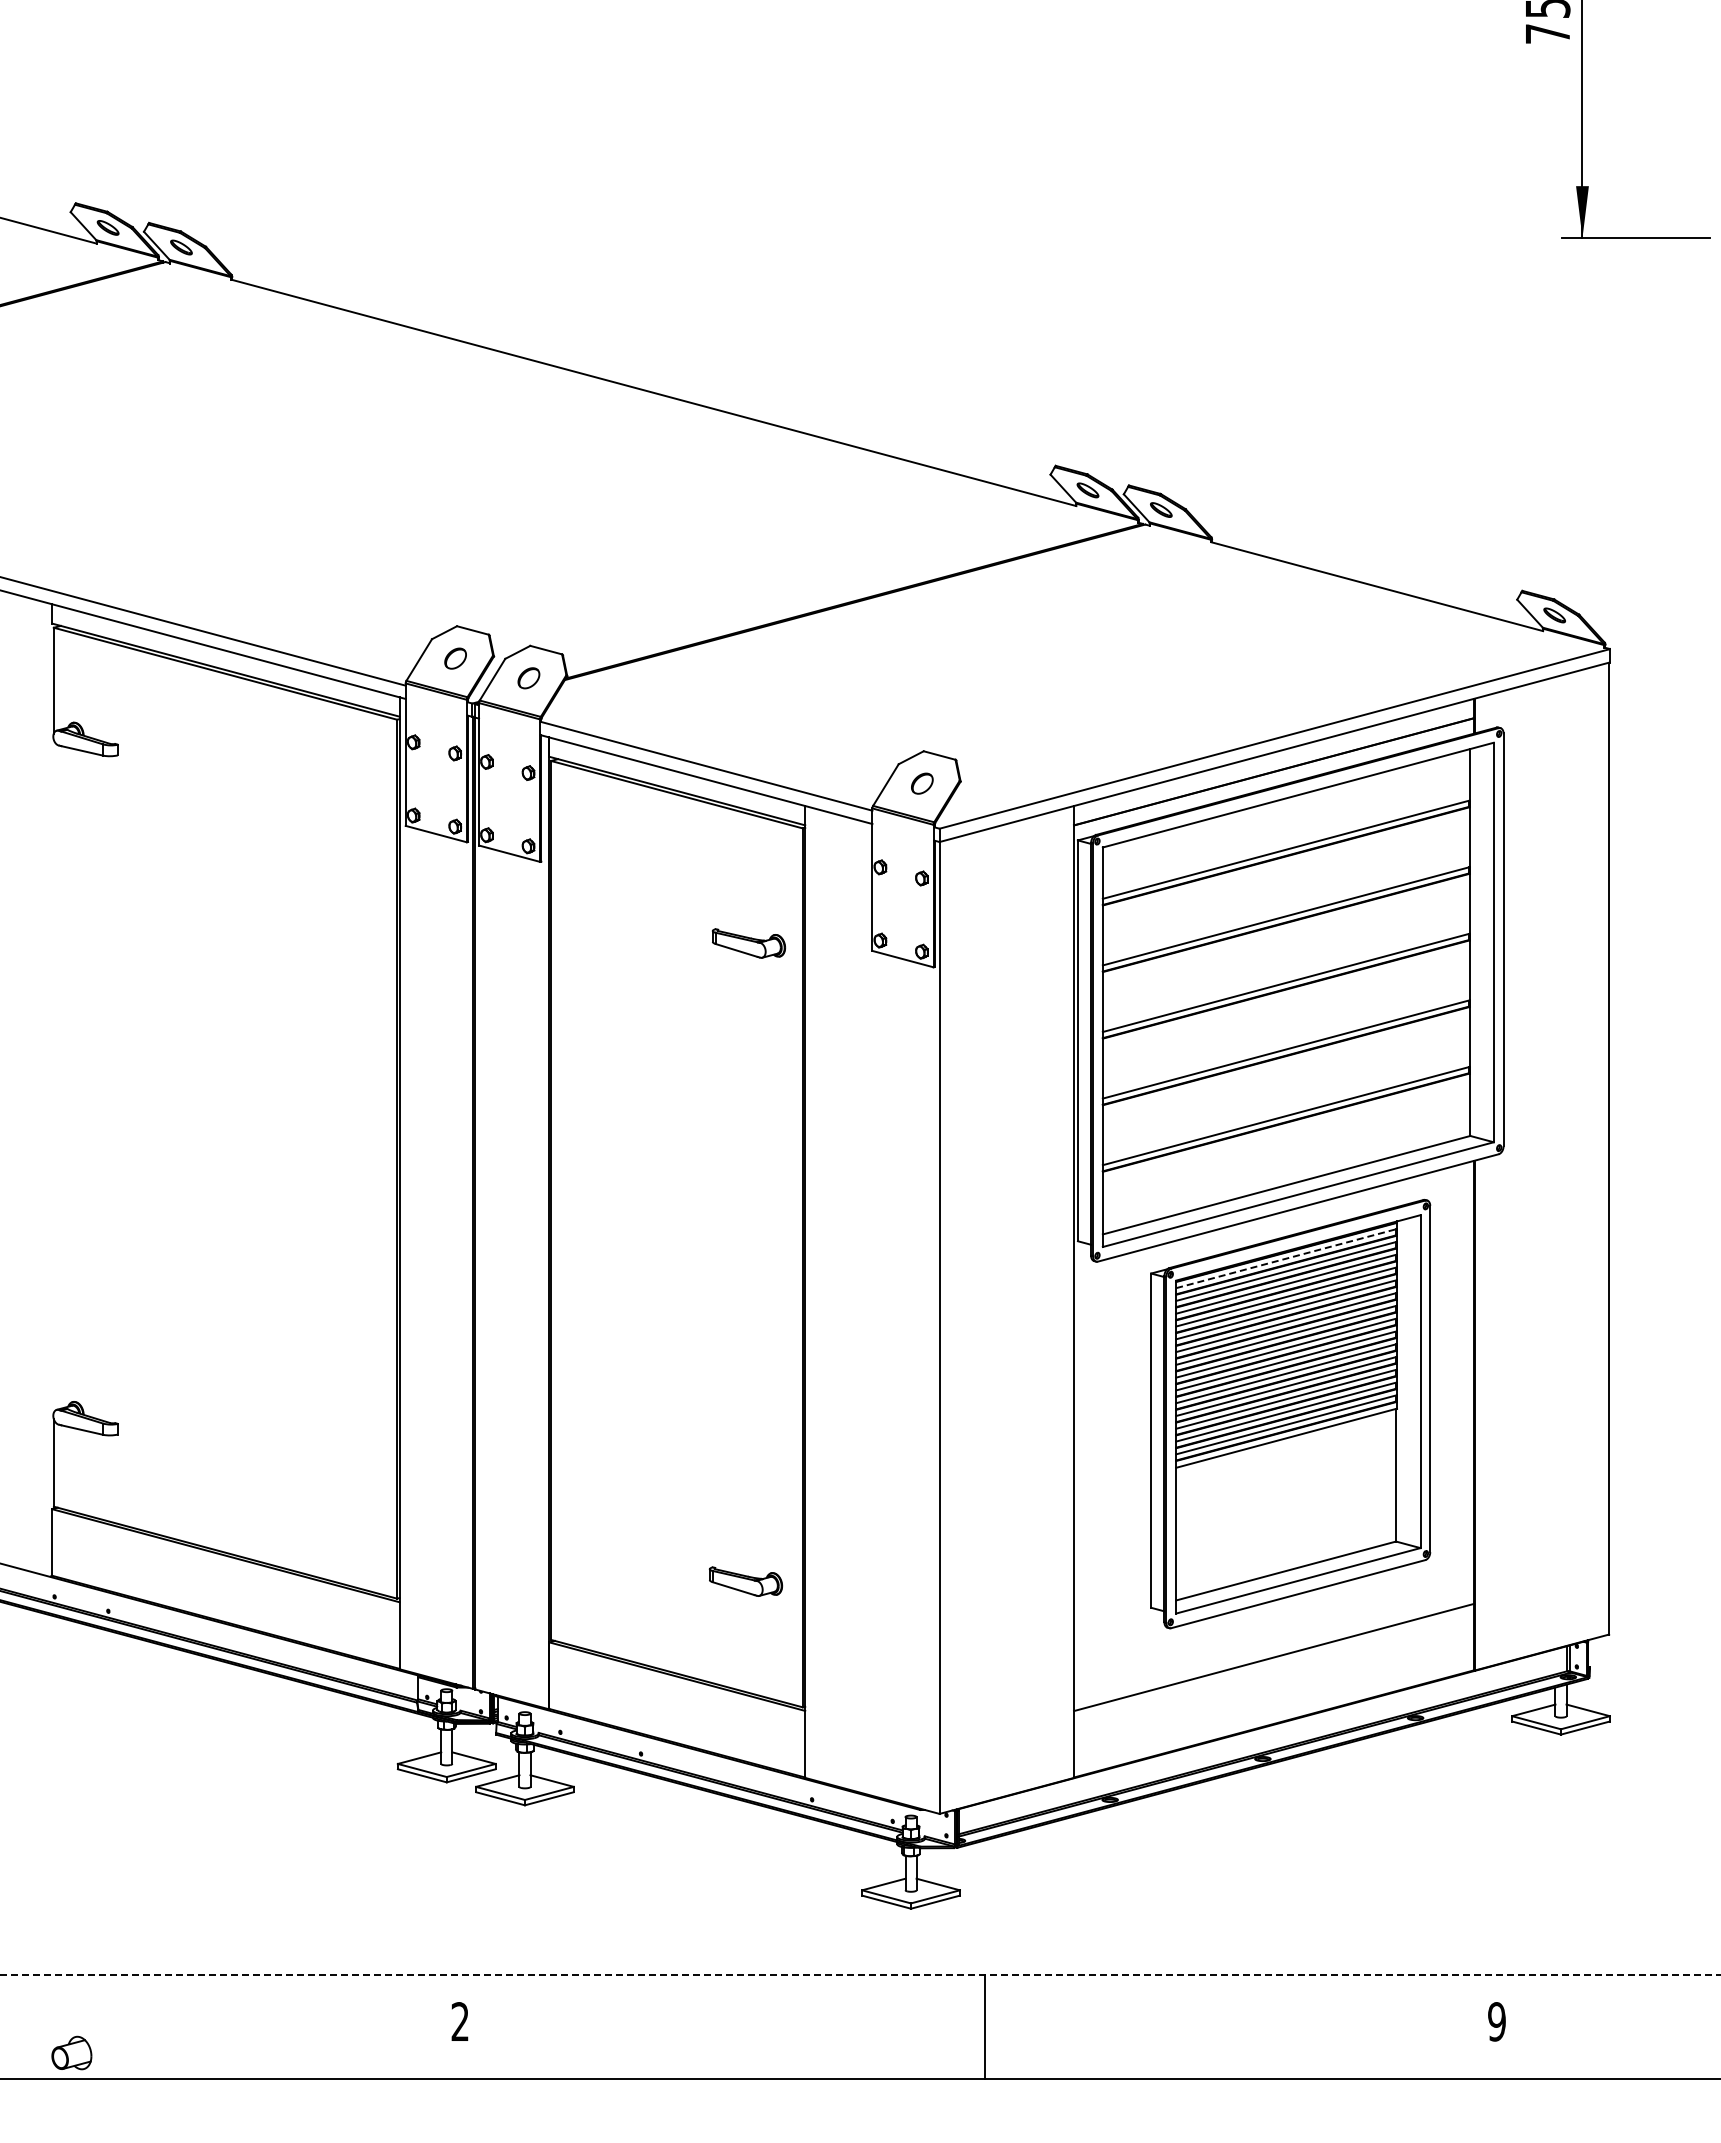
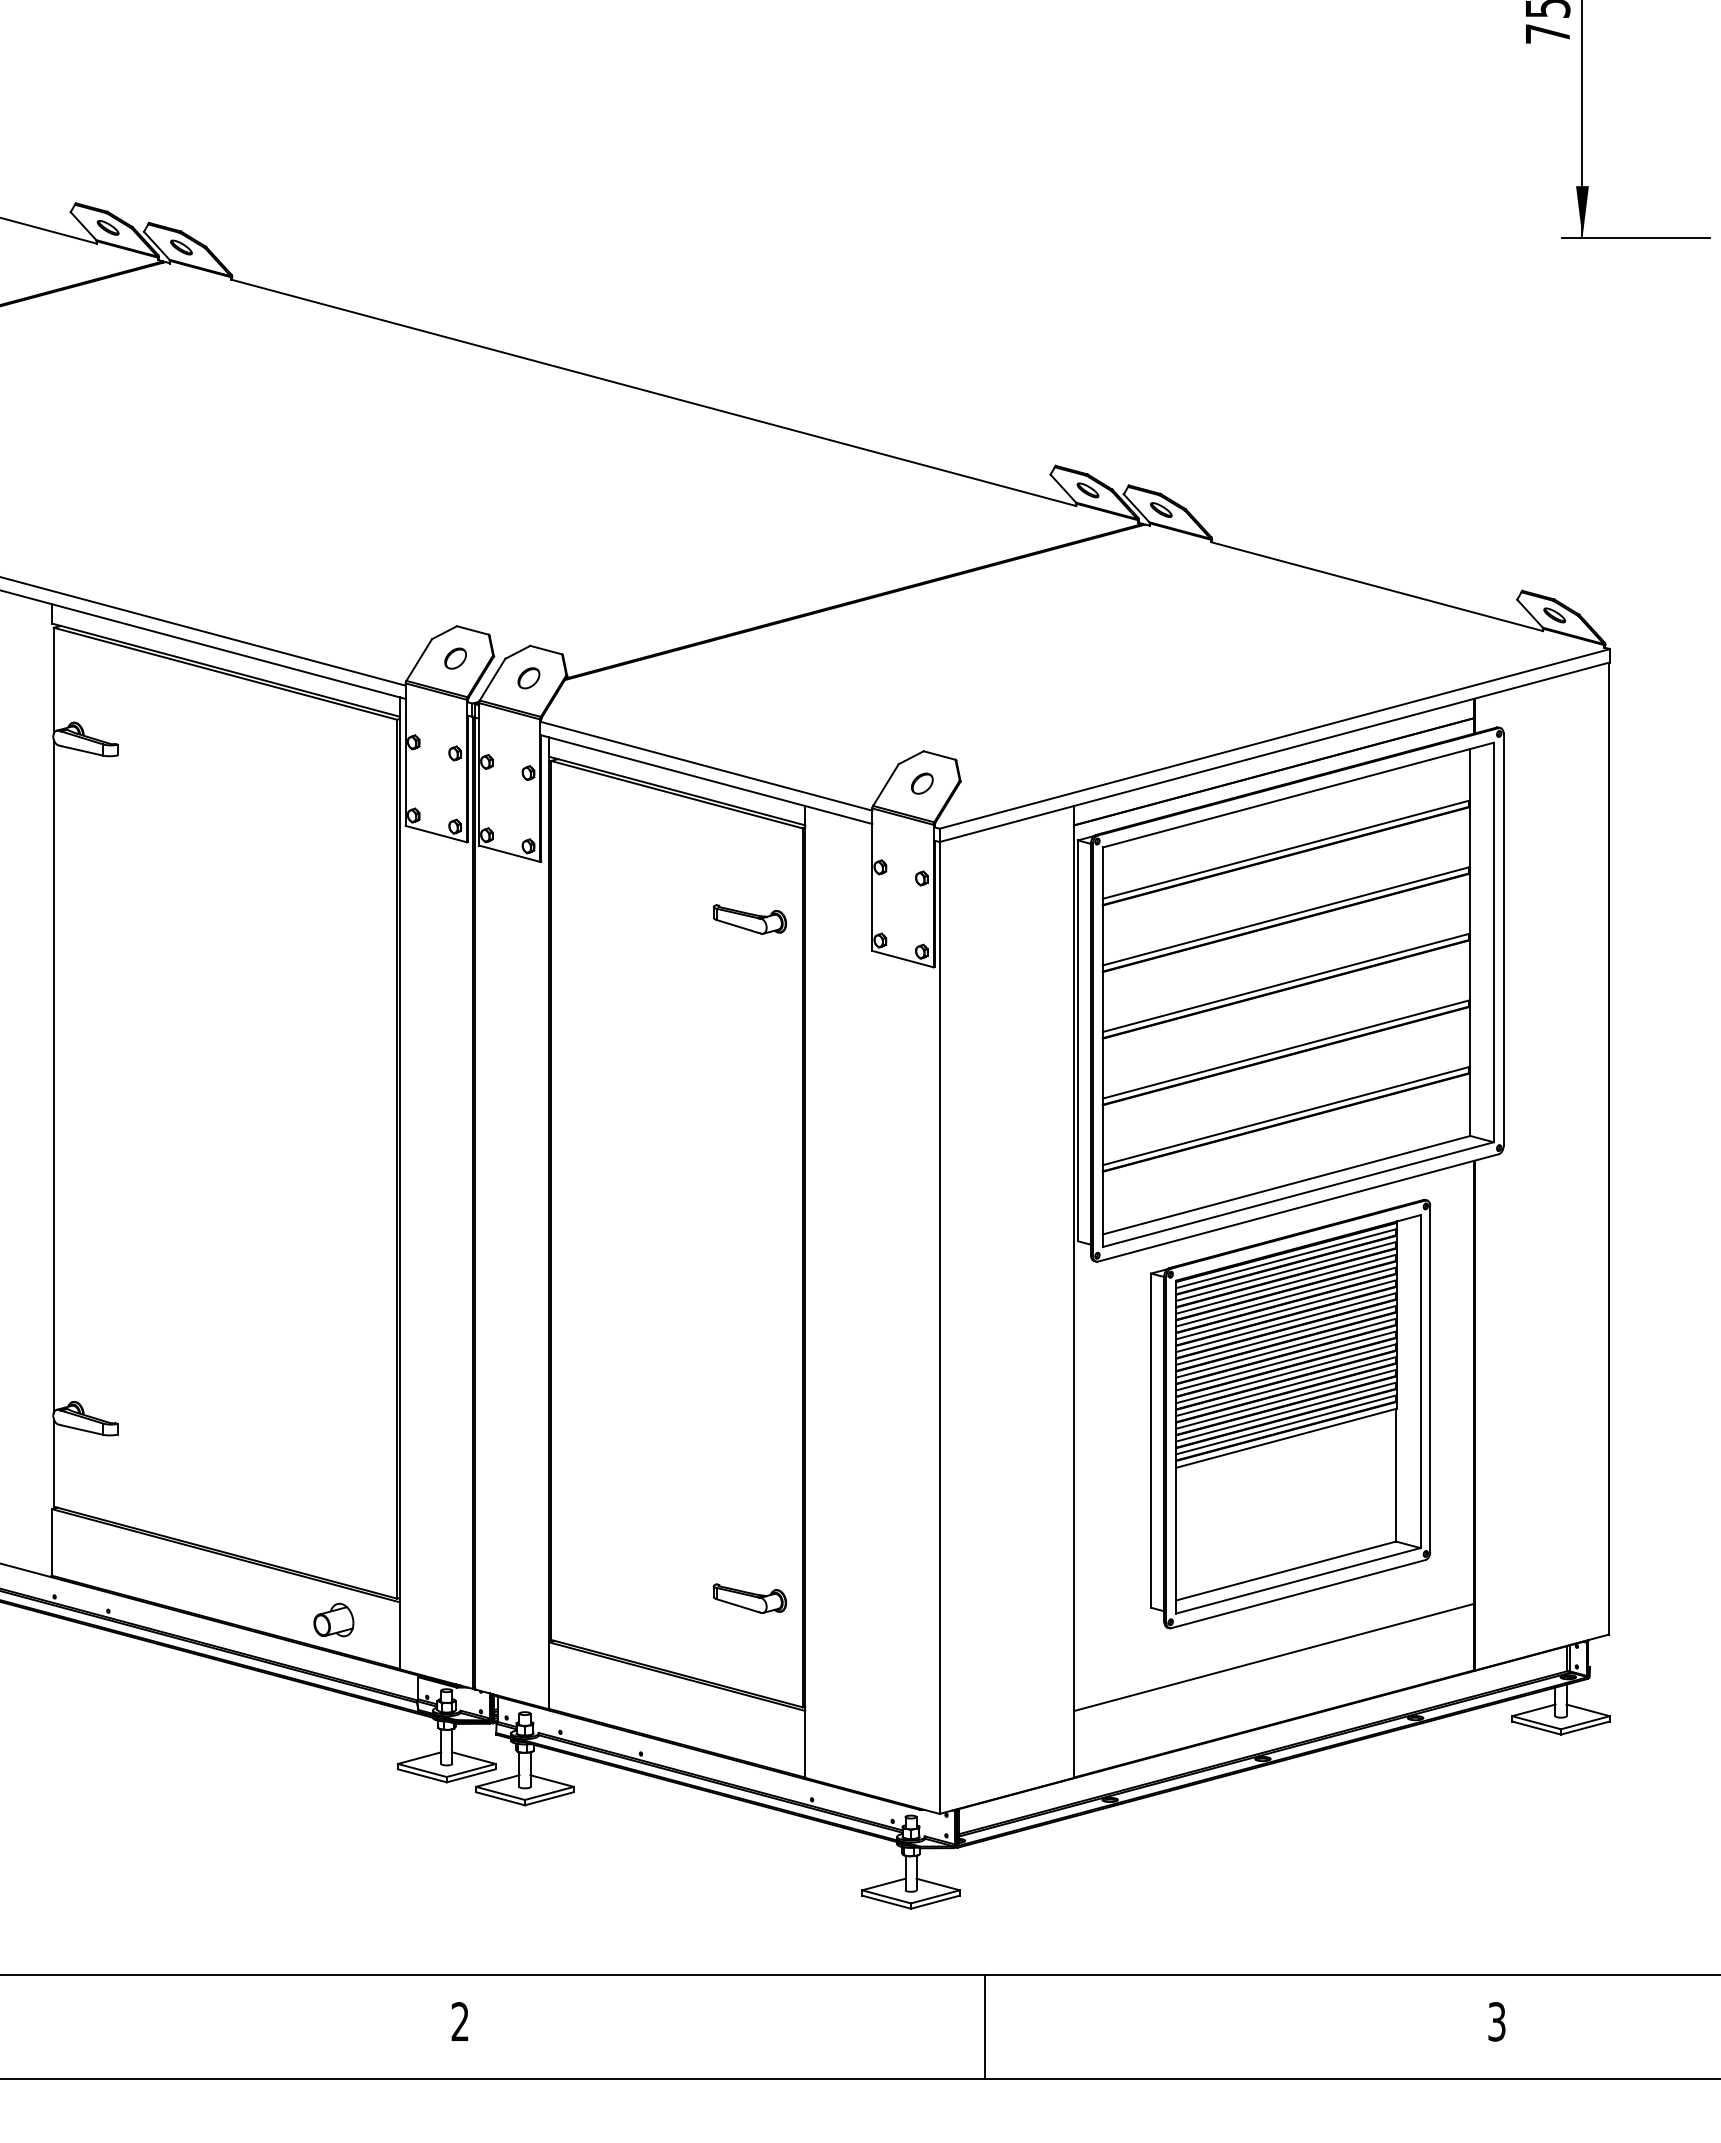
part at (748, 943) position: (748, 943) -> (749, 919)
line at (53, 1076): none -> present
line at (1286, 1258): dashed -> solid
part at (745, 1581) position: (745, 1581) -> (749, 1598)
line at (861, 1975): dashed -> solid
text at (1496, 2021): 9 -> 3
part at (71, 2052) position: (71, 2052) -> (333, 1619)
